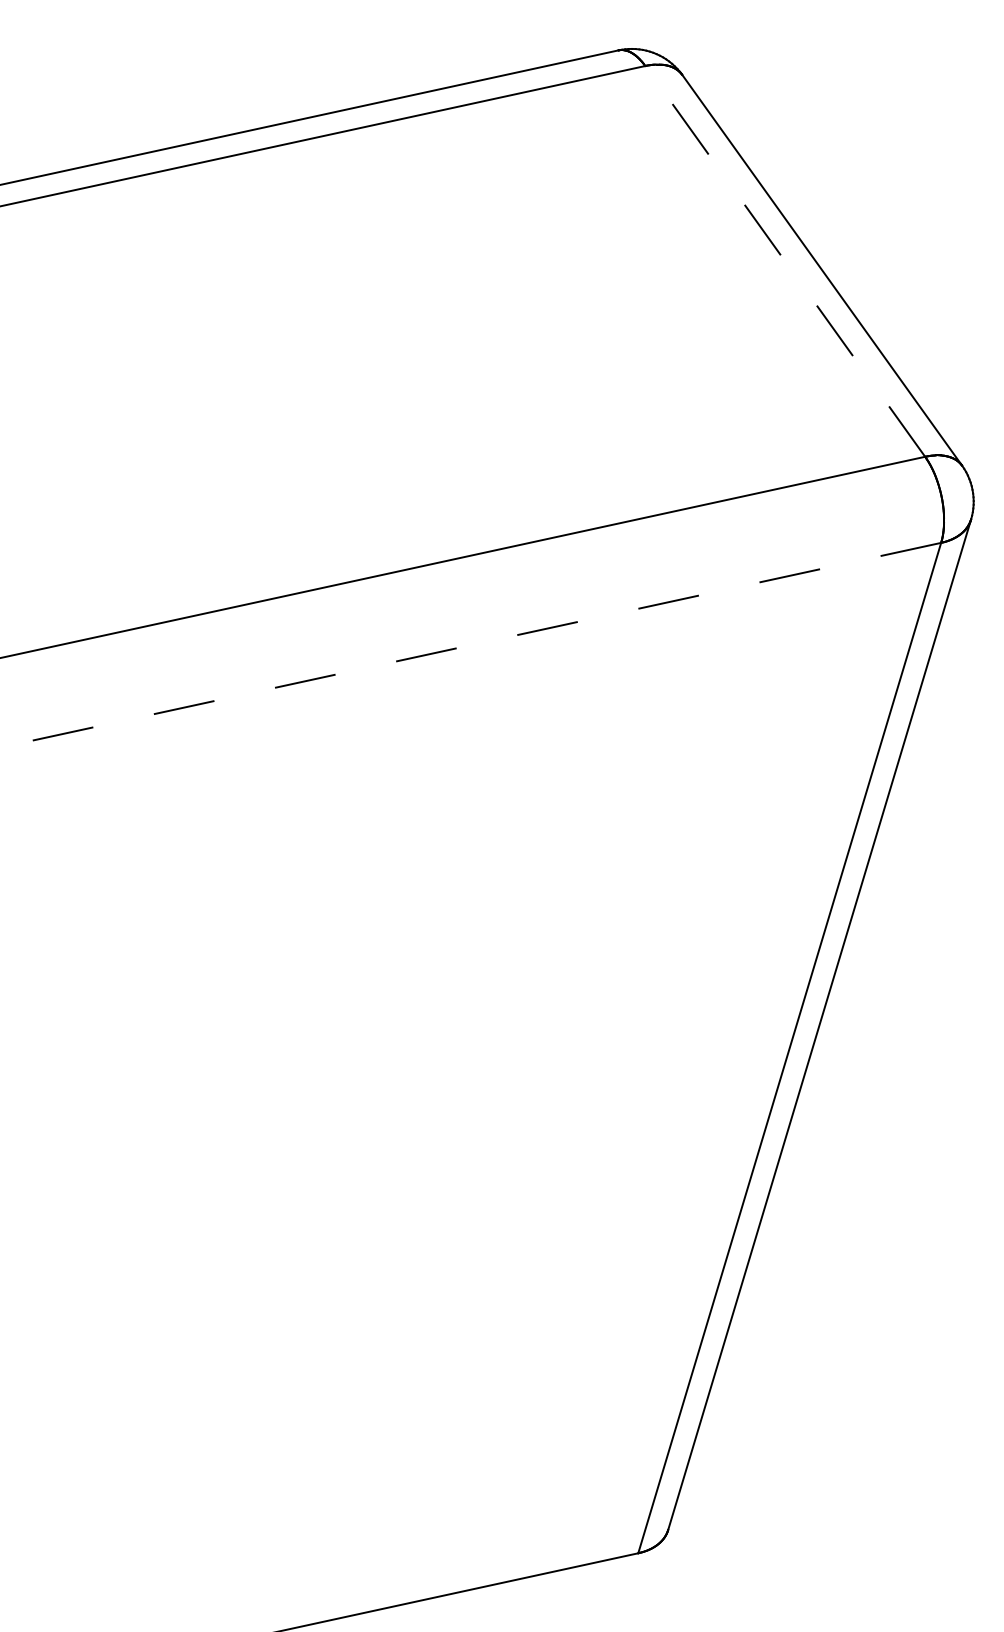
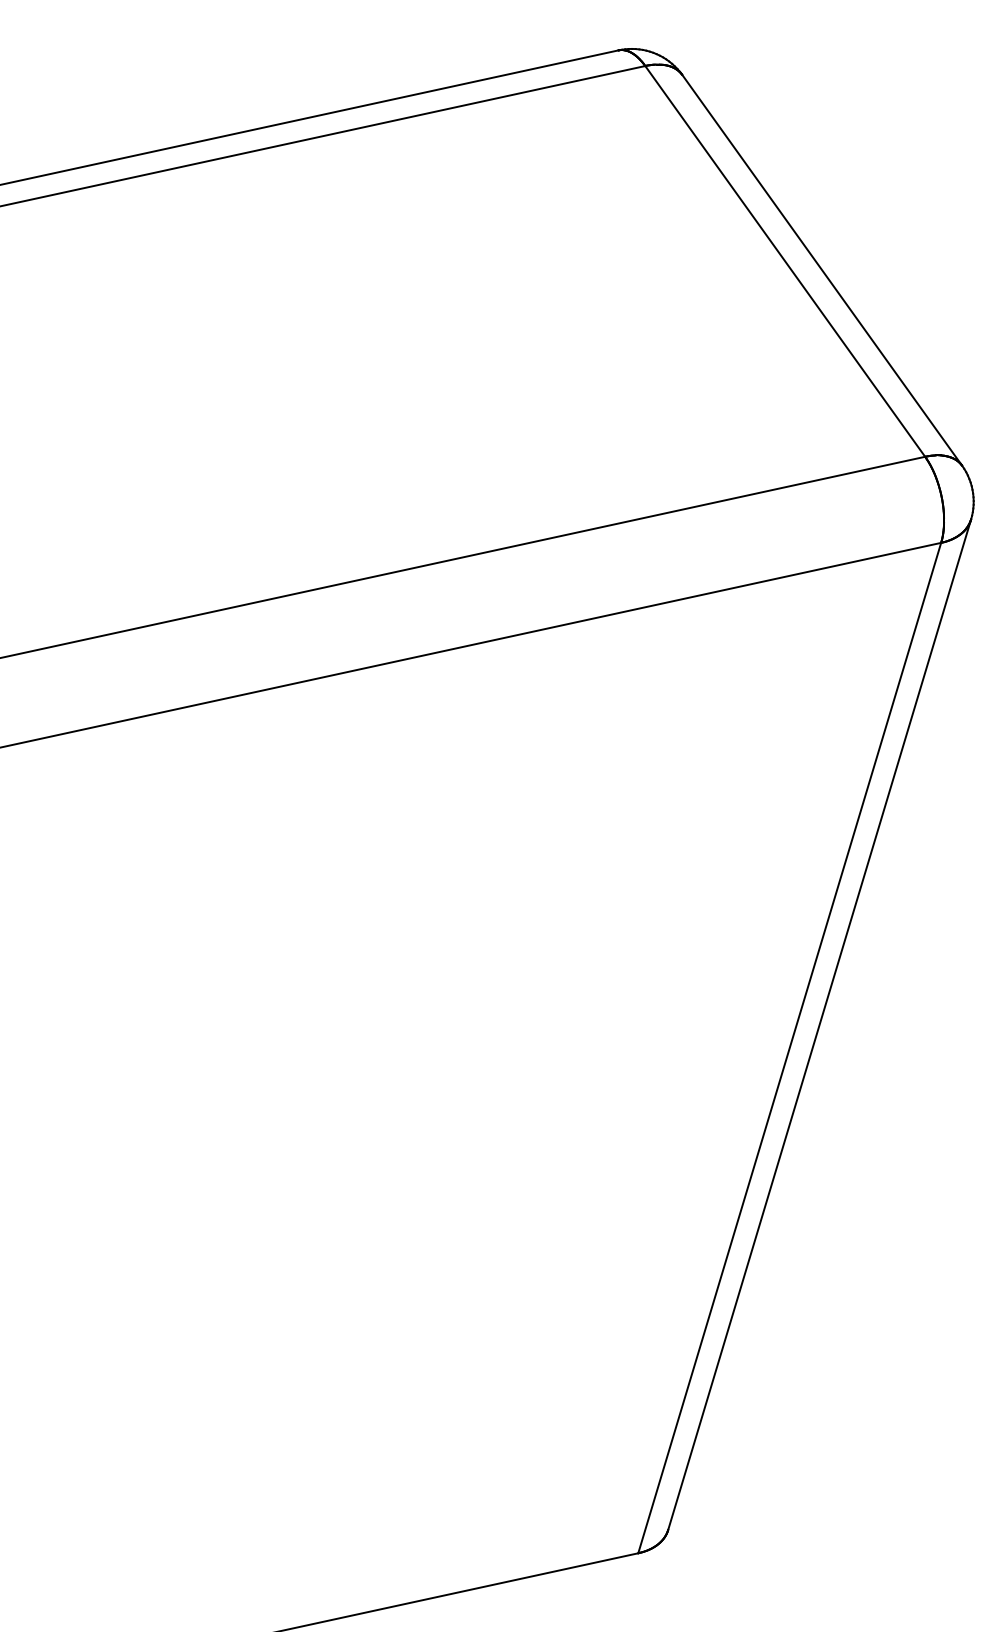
line at (784, 261): dashed -> solid
line at (470, 645): dashed -> solid
